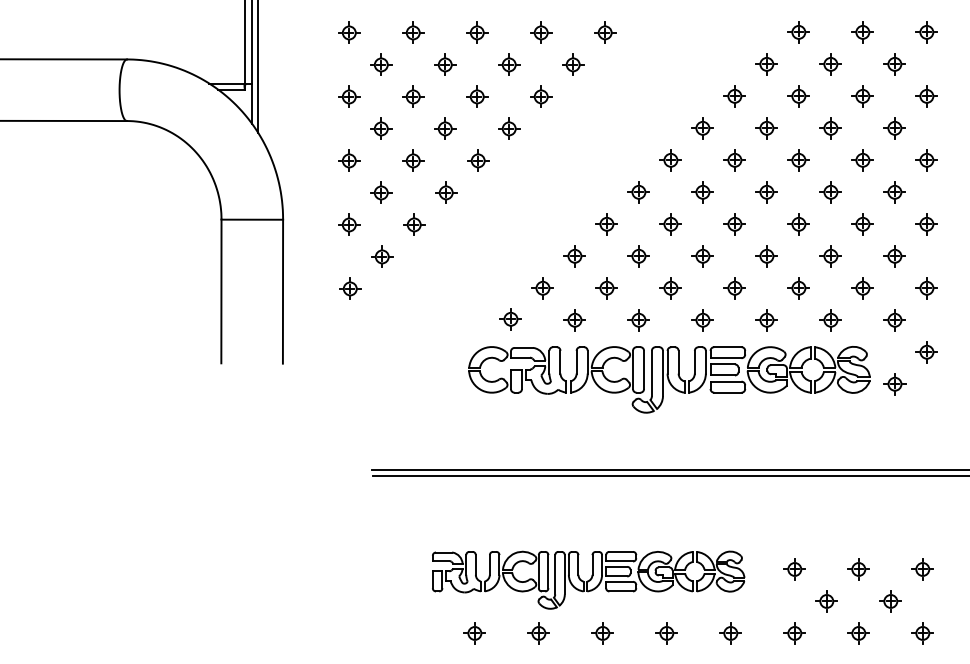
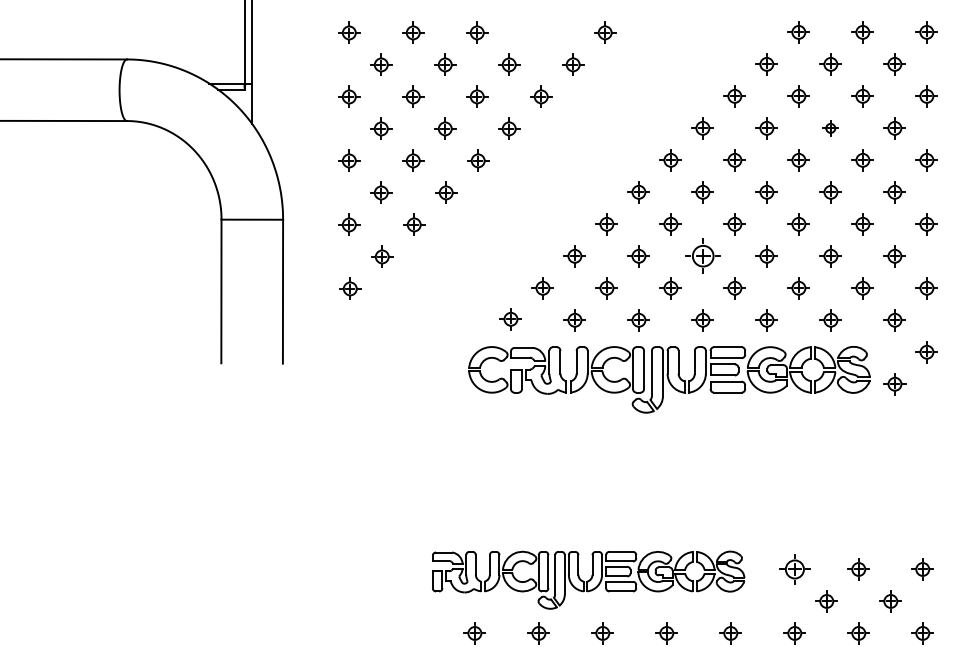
part at (541, 32): present -> none
line at (257, 67): present -> none
part at (830, 128) size: 23x23 px -> 17x17 px
part at (702, 256) size: 23x23 px -> 36x36 px
line at (668, 470): present -> none
line at (669, 476): present -> none
part at (794, 569) size: 23x23 px -> 32x31 px
